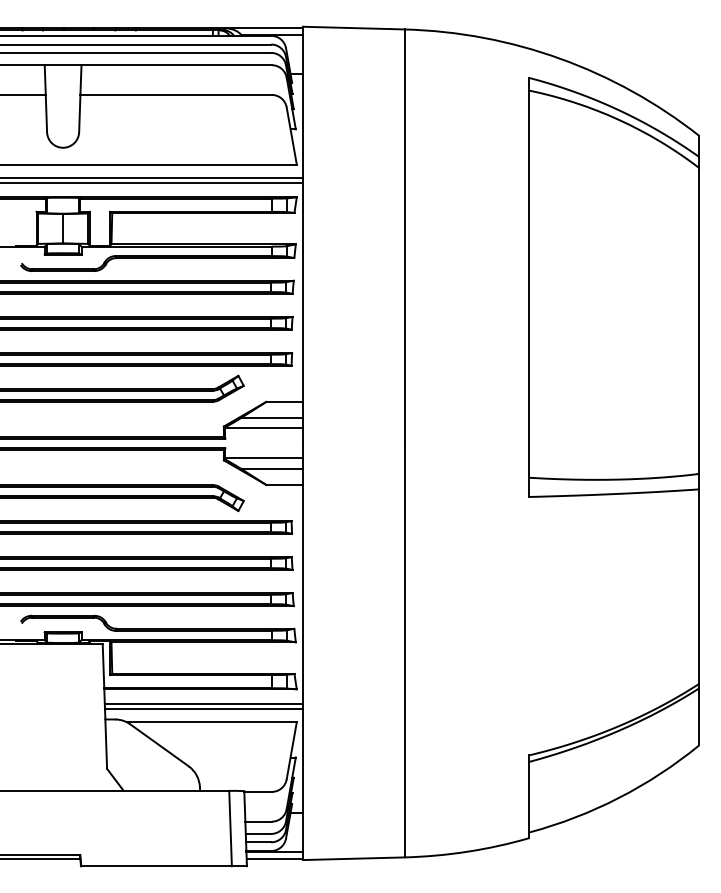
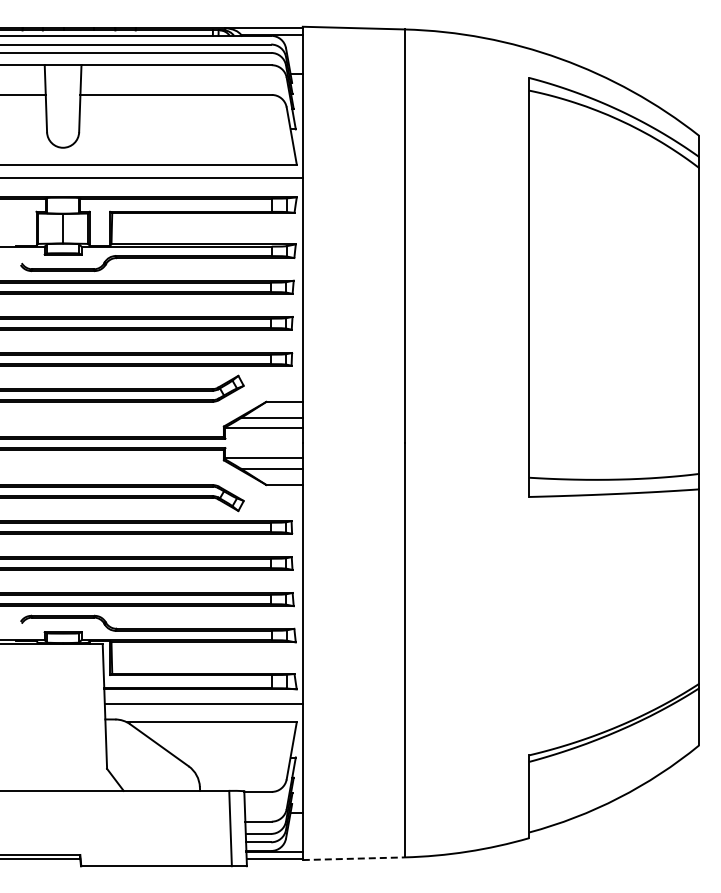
line at (152, 183): present -> none
line at (203, 709): present -> none
line at (353, 858): solid -> dashed
